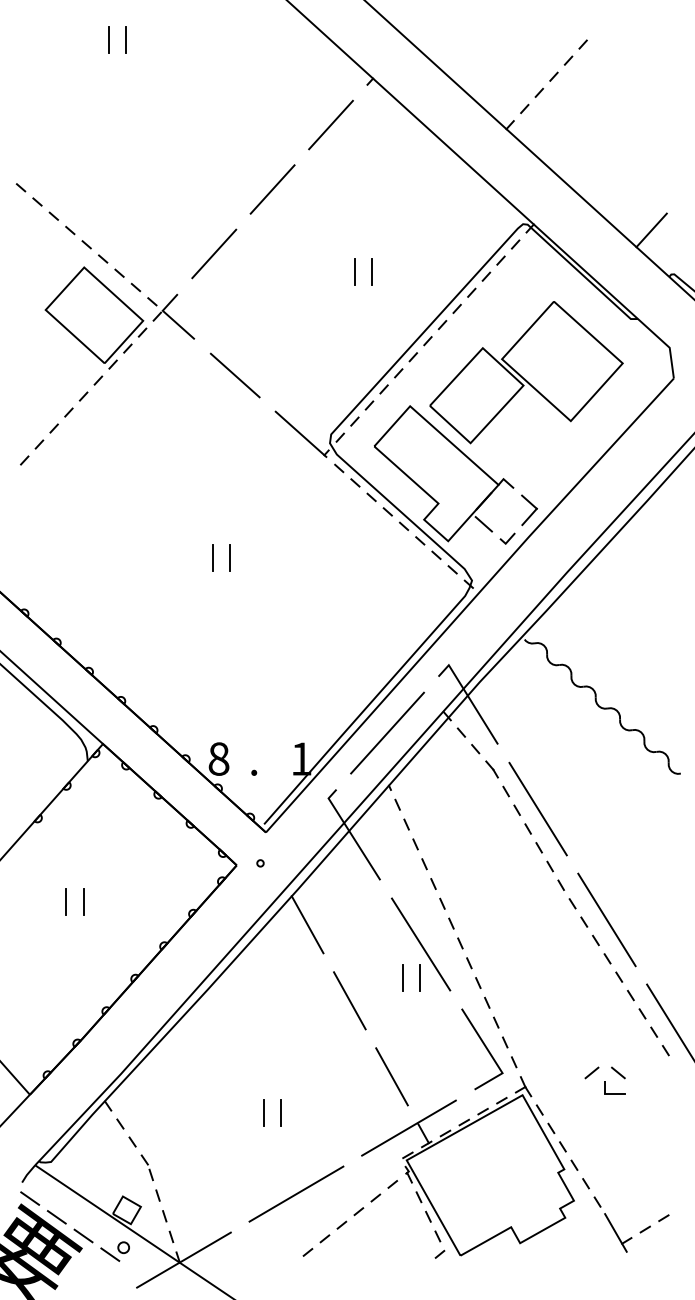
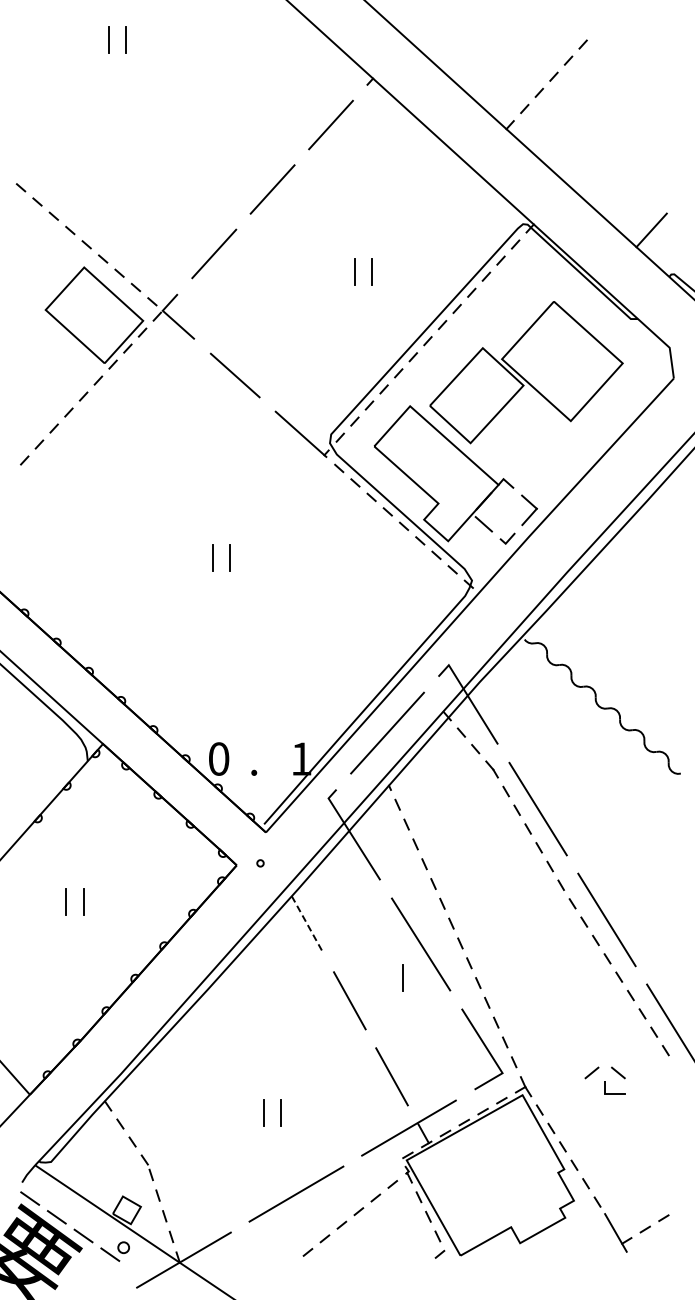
text at (218, 758): 8 -> 0
line at (307, 924): solid -> dashed
line at (420, 977): present -> none
